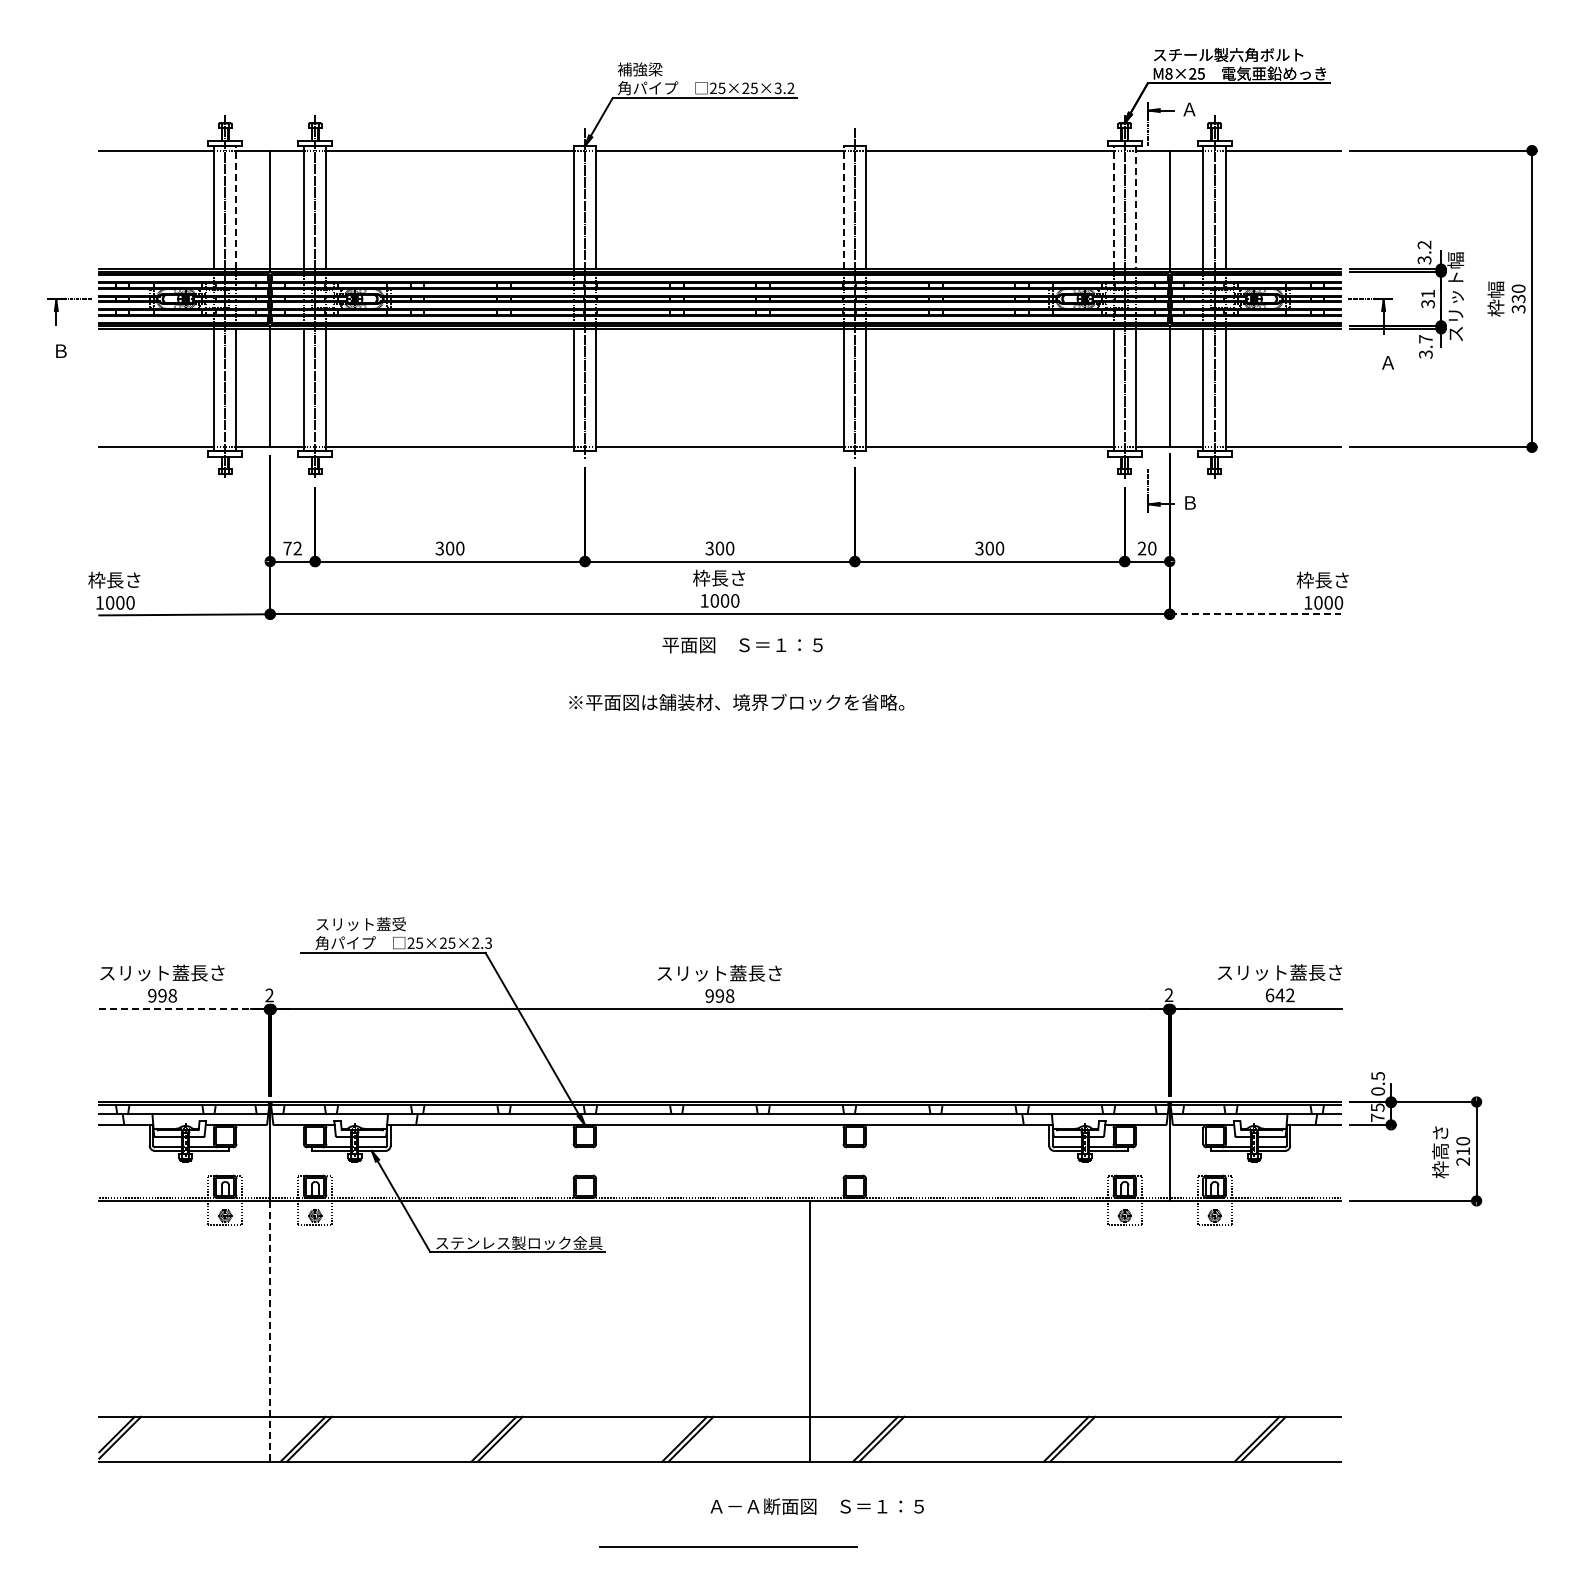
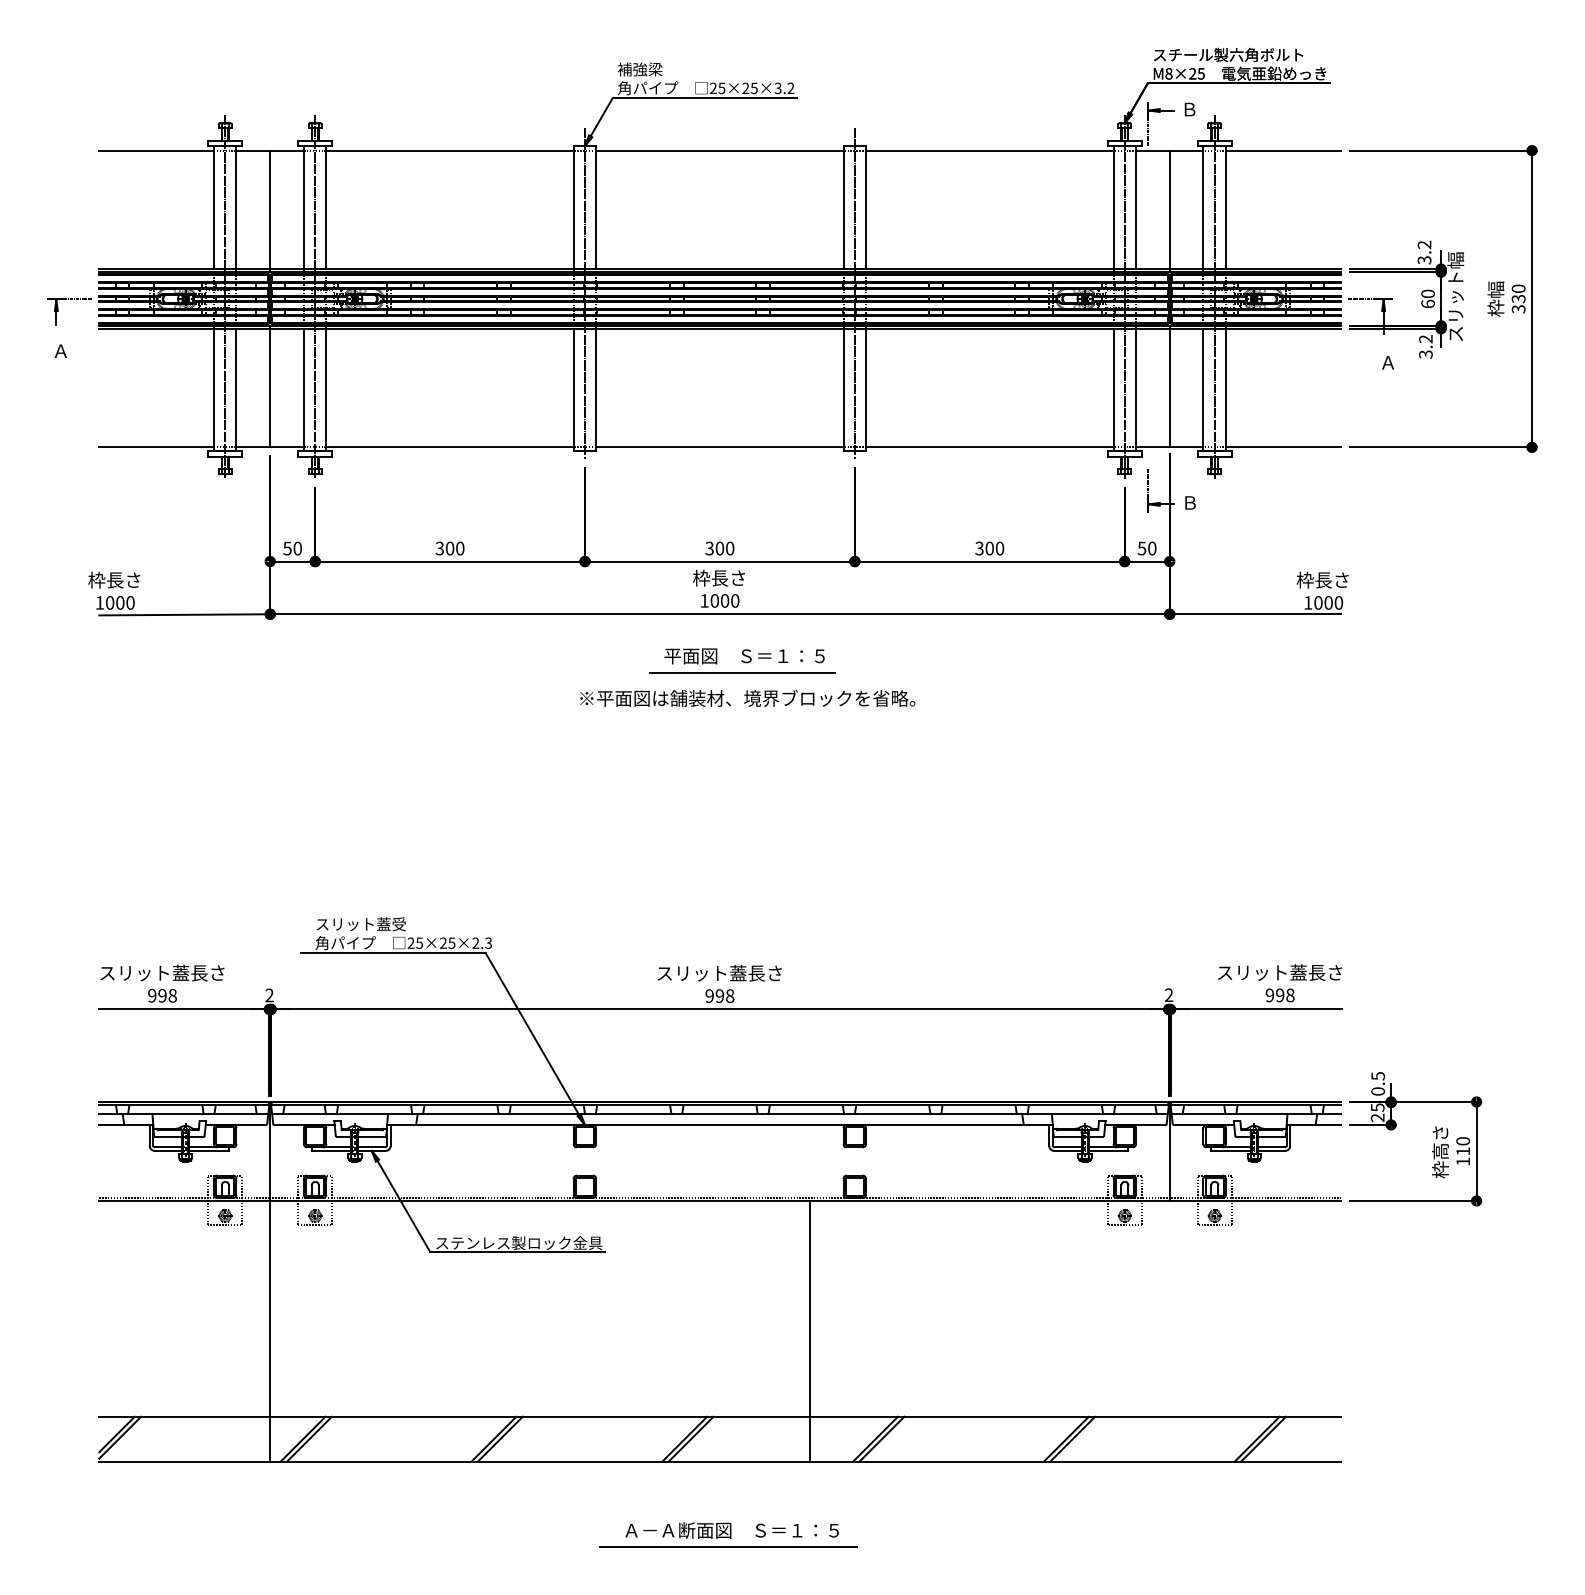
text at (1189, 109): Ａ -> Ｂ
line at (236, 207): dashed -> solid
line at (843, 207): dashed -> solid
line at (1113, 207): dashed -> solid
line at (1135, 207): dashed -> solid
text at (1428, 298): 31 -> 60
text at (1425, 339): 3.7 -> 3.2
text at (60, 350): Ｂ -> Ａ
text at (292, 548): 72 -> 50
text at (1141, 548): 20 -> 50
line at (1255, 614): dashed -> solid
text at (742, 645) position: (742, 645) -> (744, 656)
line at (742, 673): none -> present
text at (736, 702) position: (736, 702) -> (747, 698)
text at (1279, 995): 642 -> 998
line at (185, 1009): dashed -> solid
text at (1377, 1117): 75 -> 25
text at (1462, 1161): 210 -> 110
line at (270, 1331): dashed -> solid
text at (816, 1506) position: (816, 1506) -> (731, 1530)
